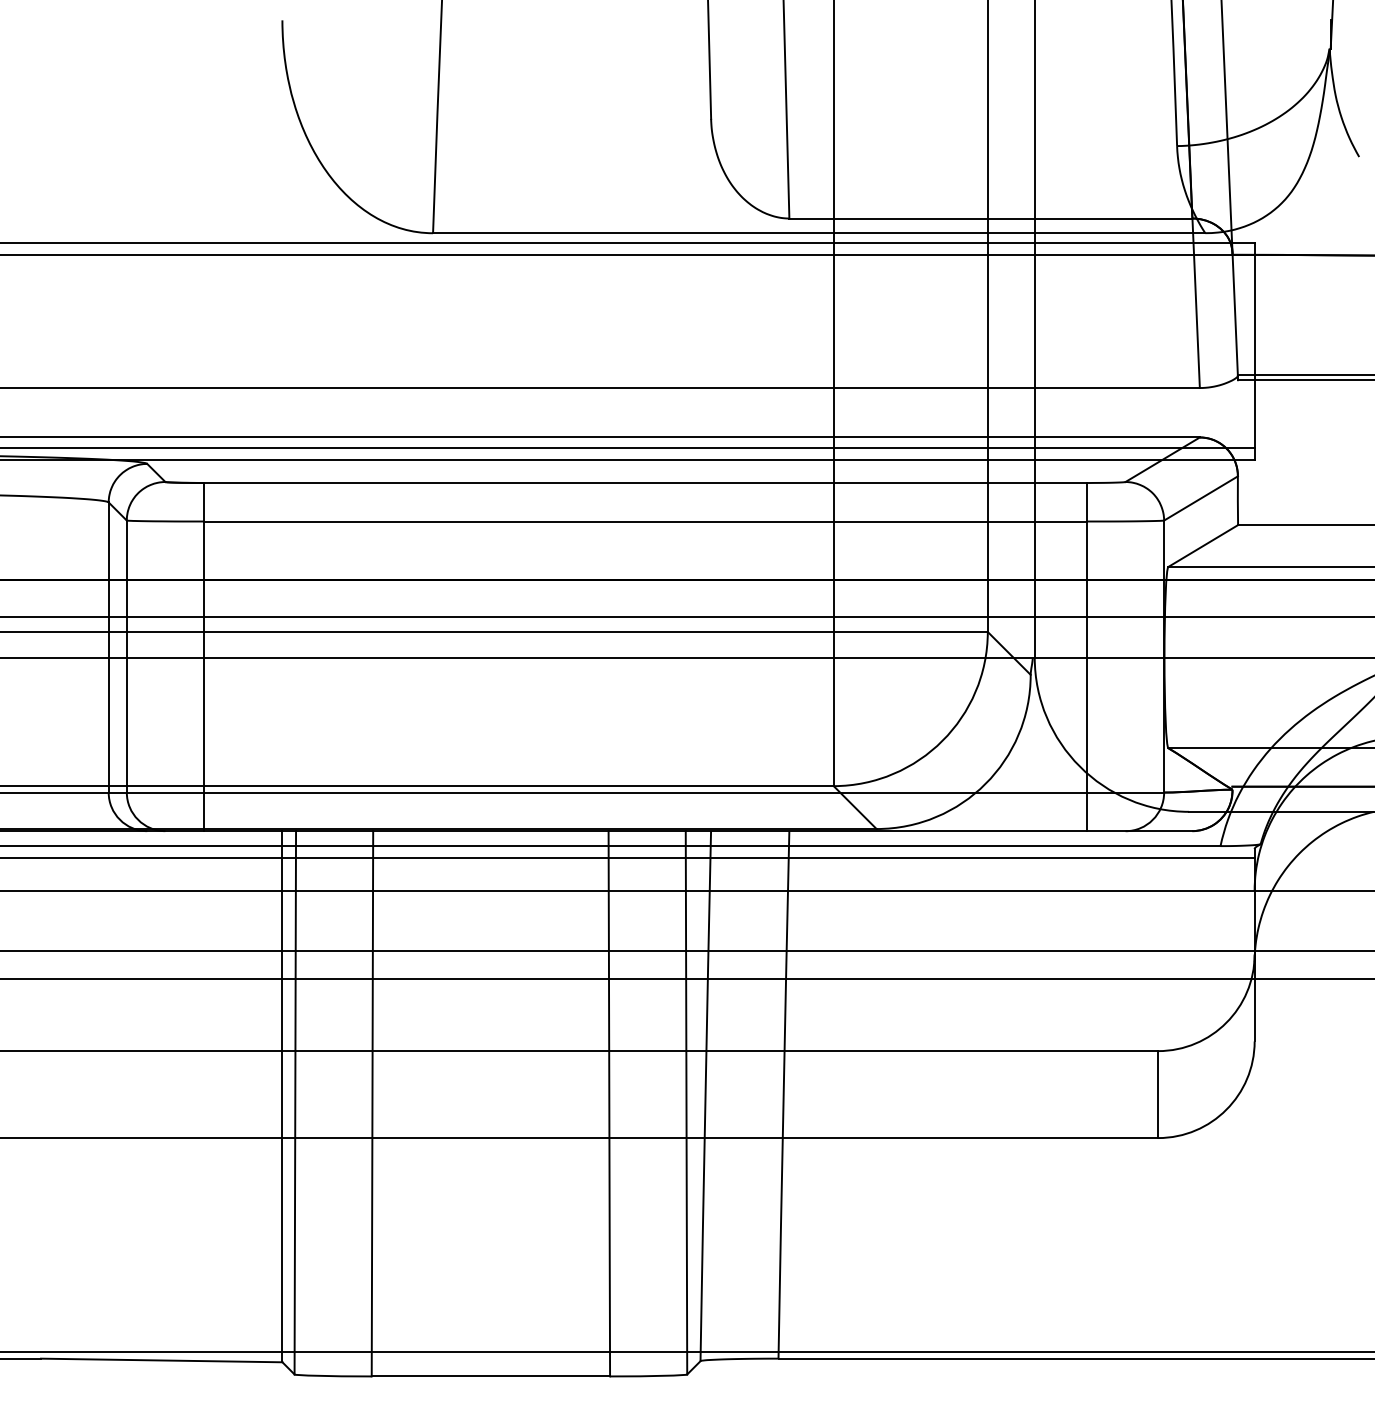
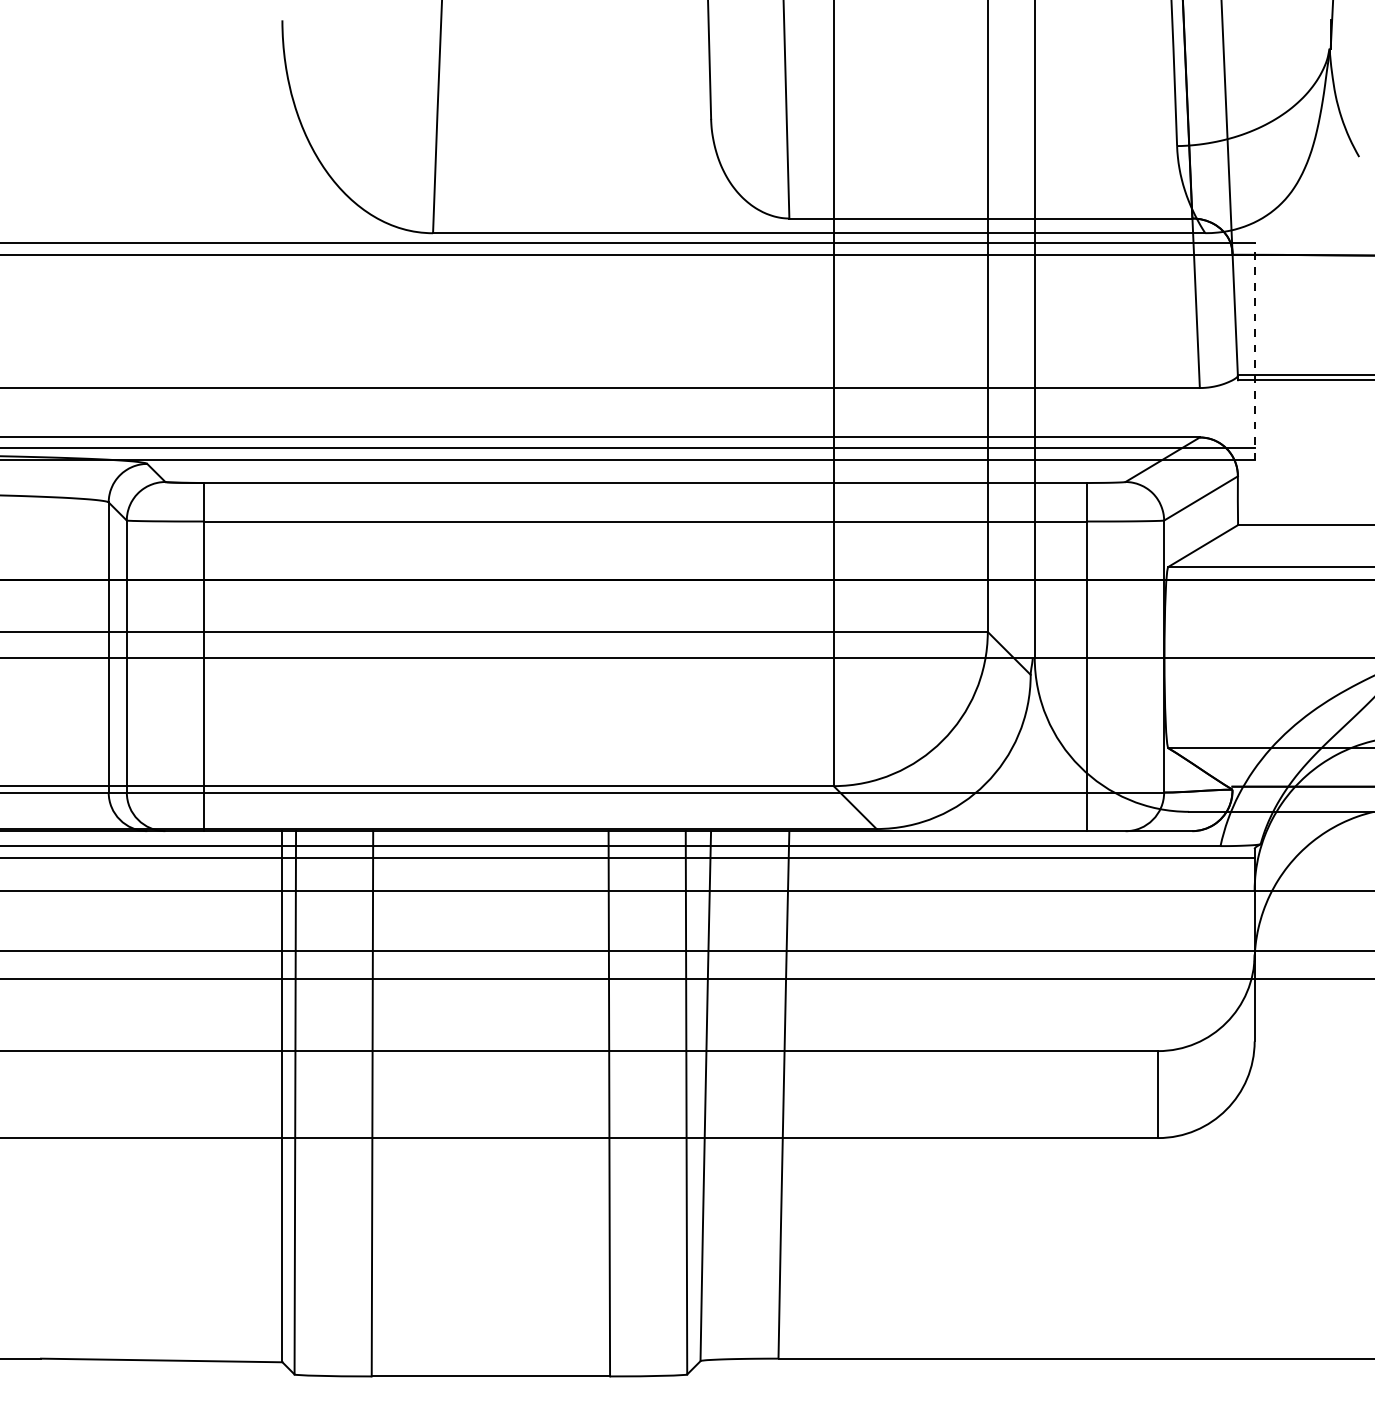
line at (1254, 351): solid -> dashed
line at (686, 616): present -> none
line at (686, 1351): present -> none
